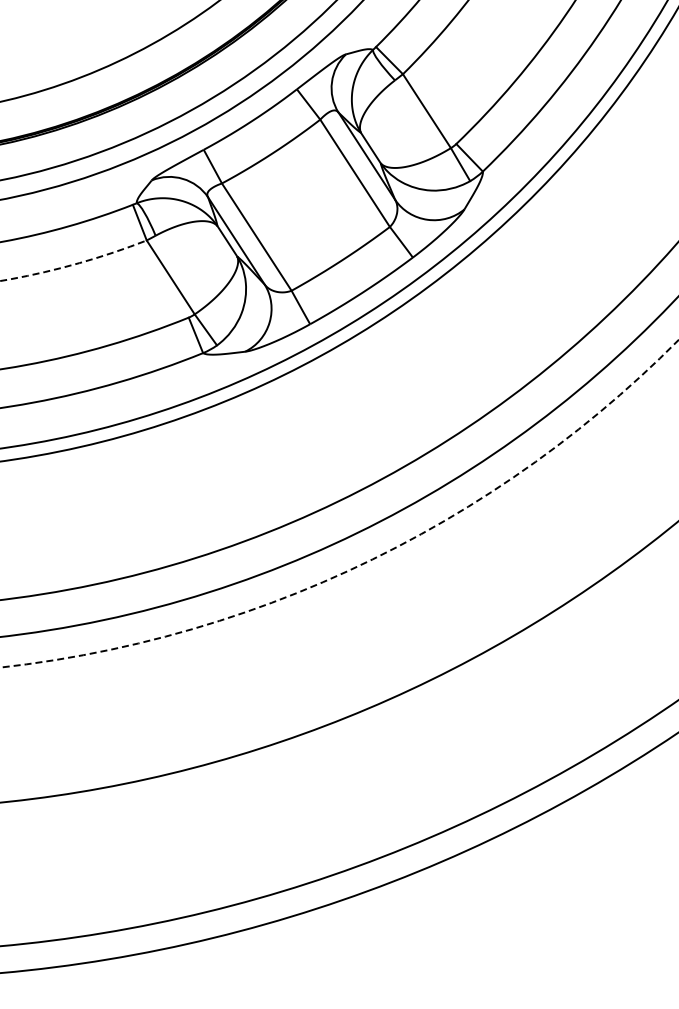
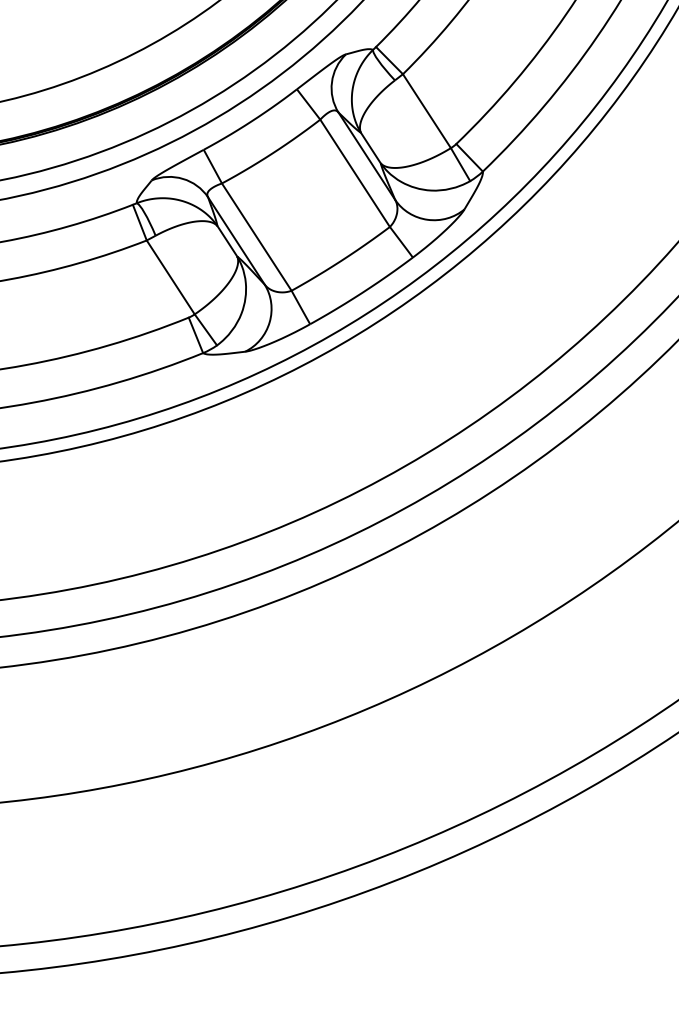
arc at (74, 264): dashed -> solid
arc at (369, 561): dashed -> solid
